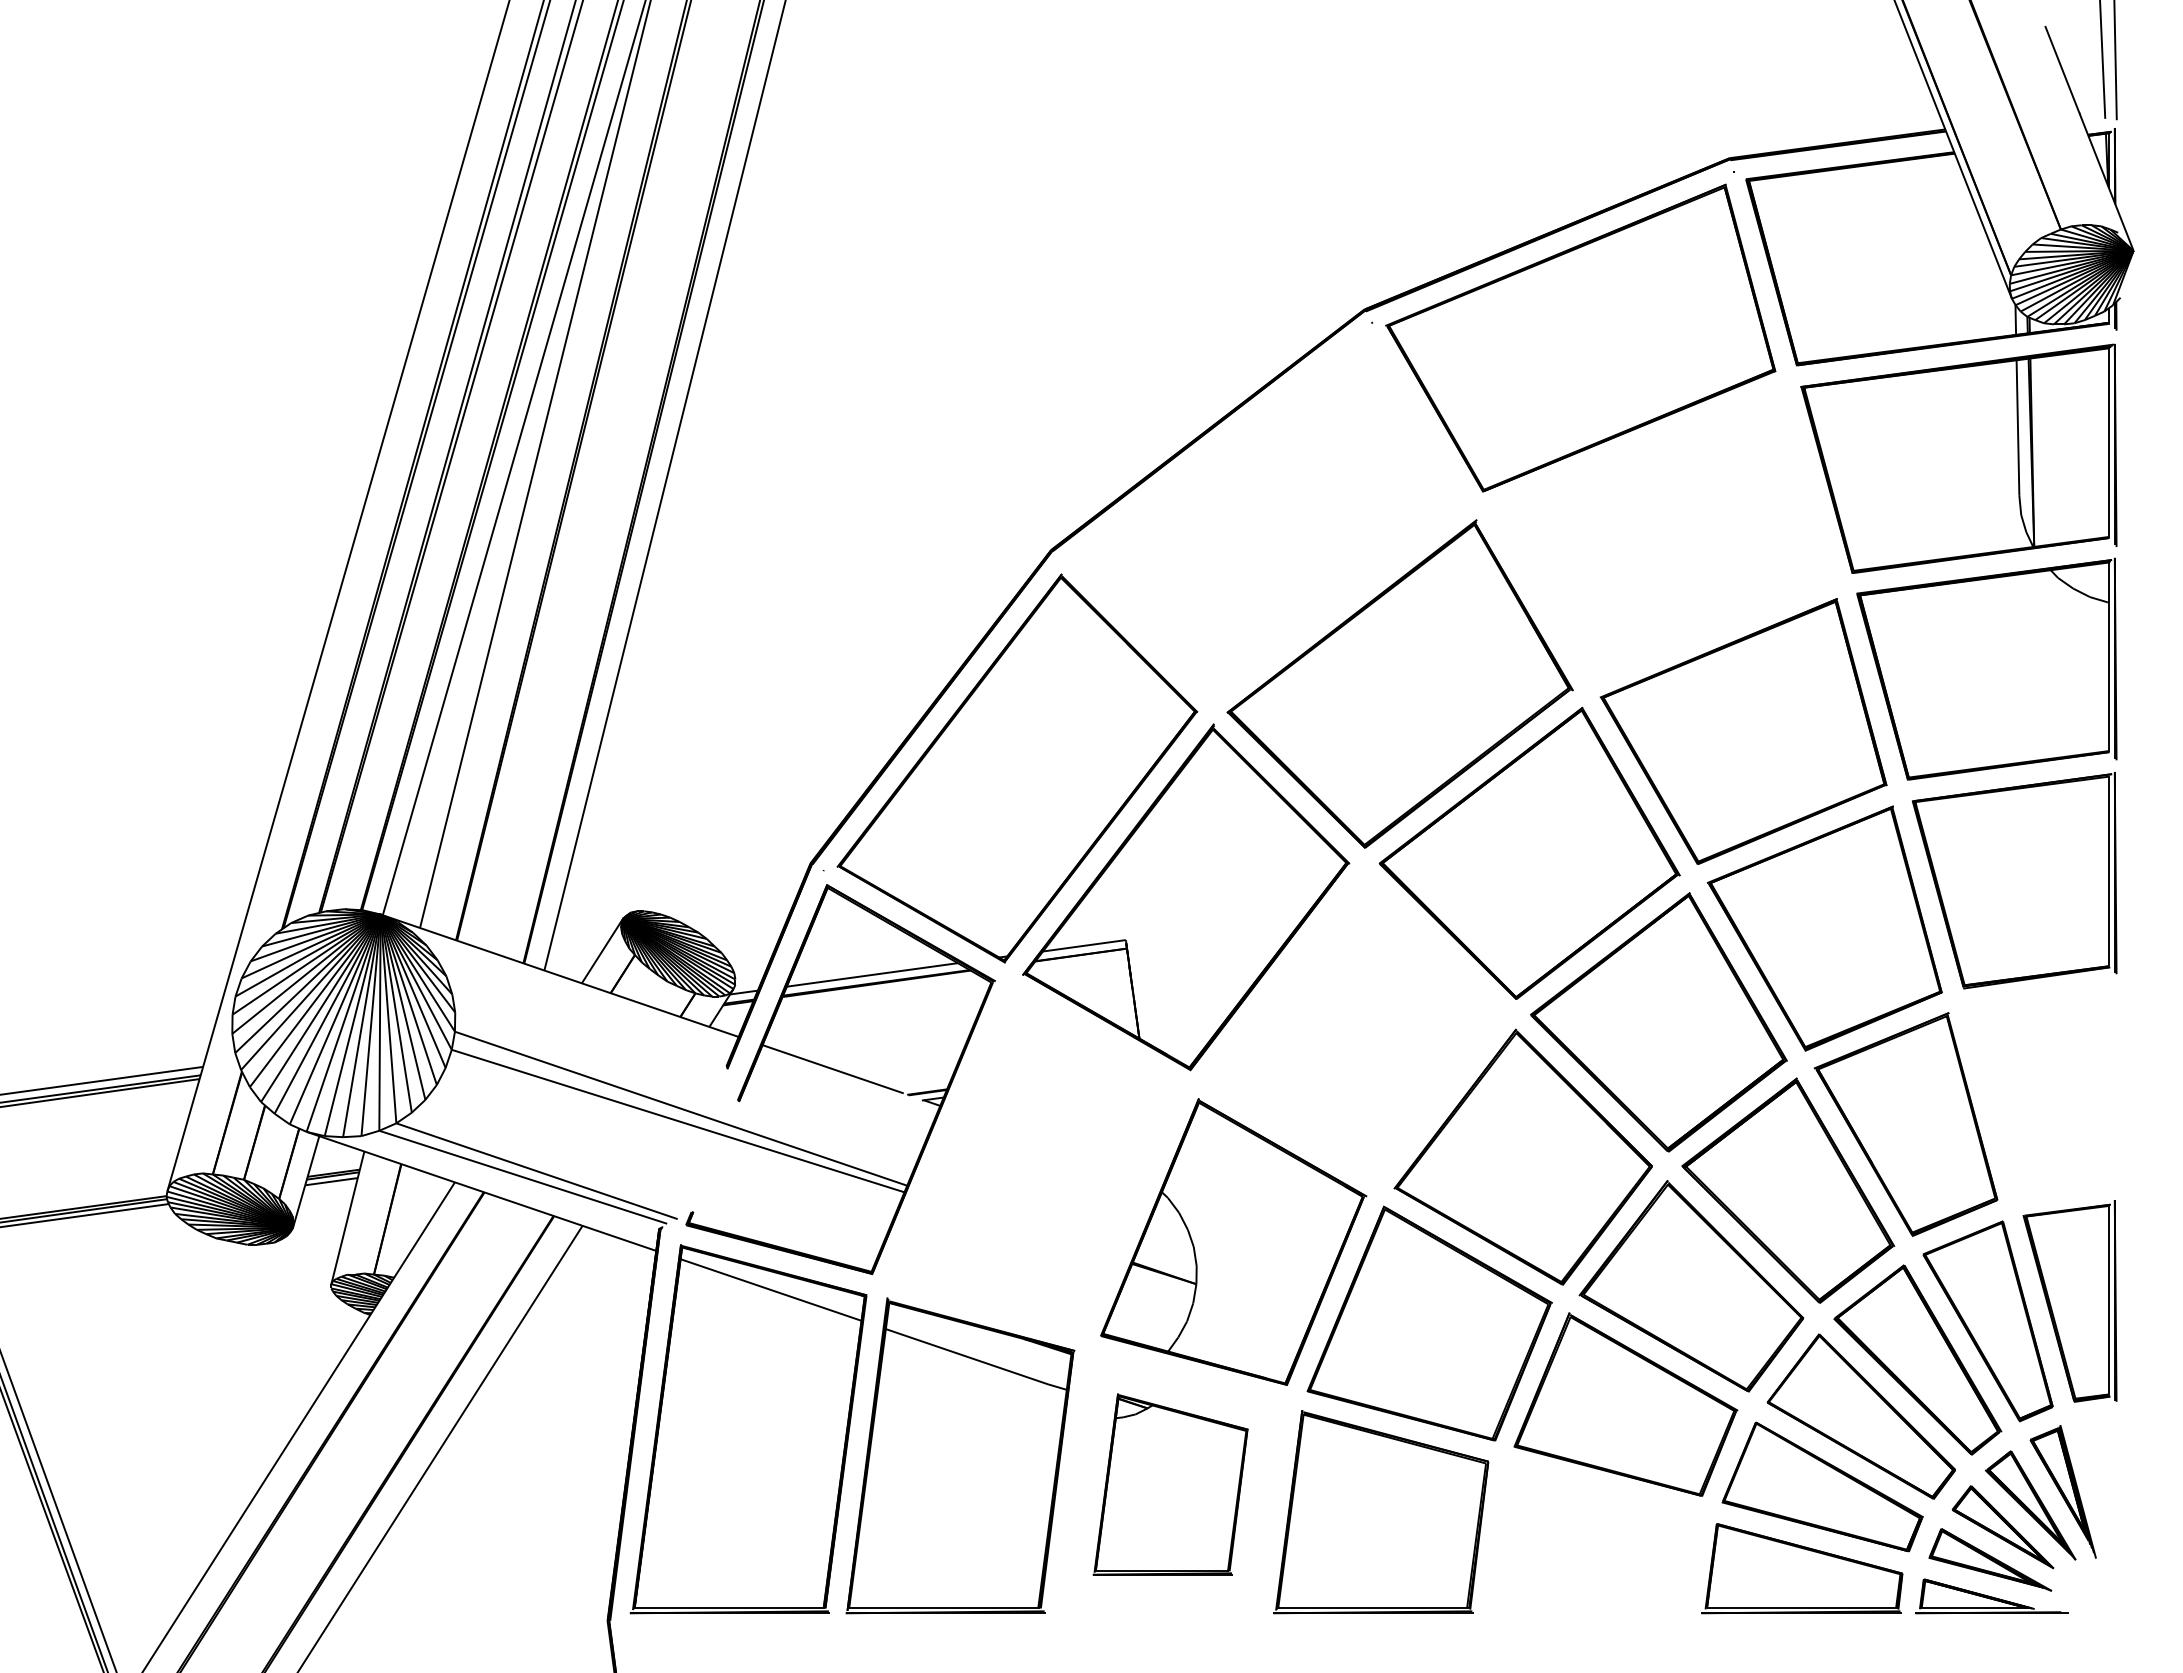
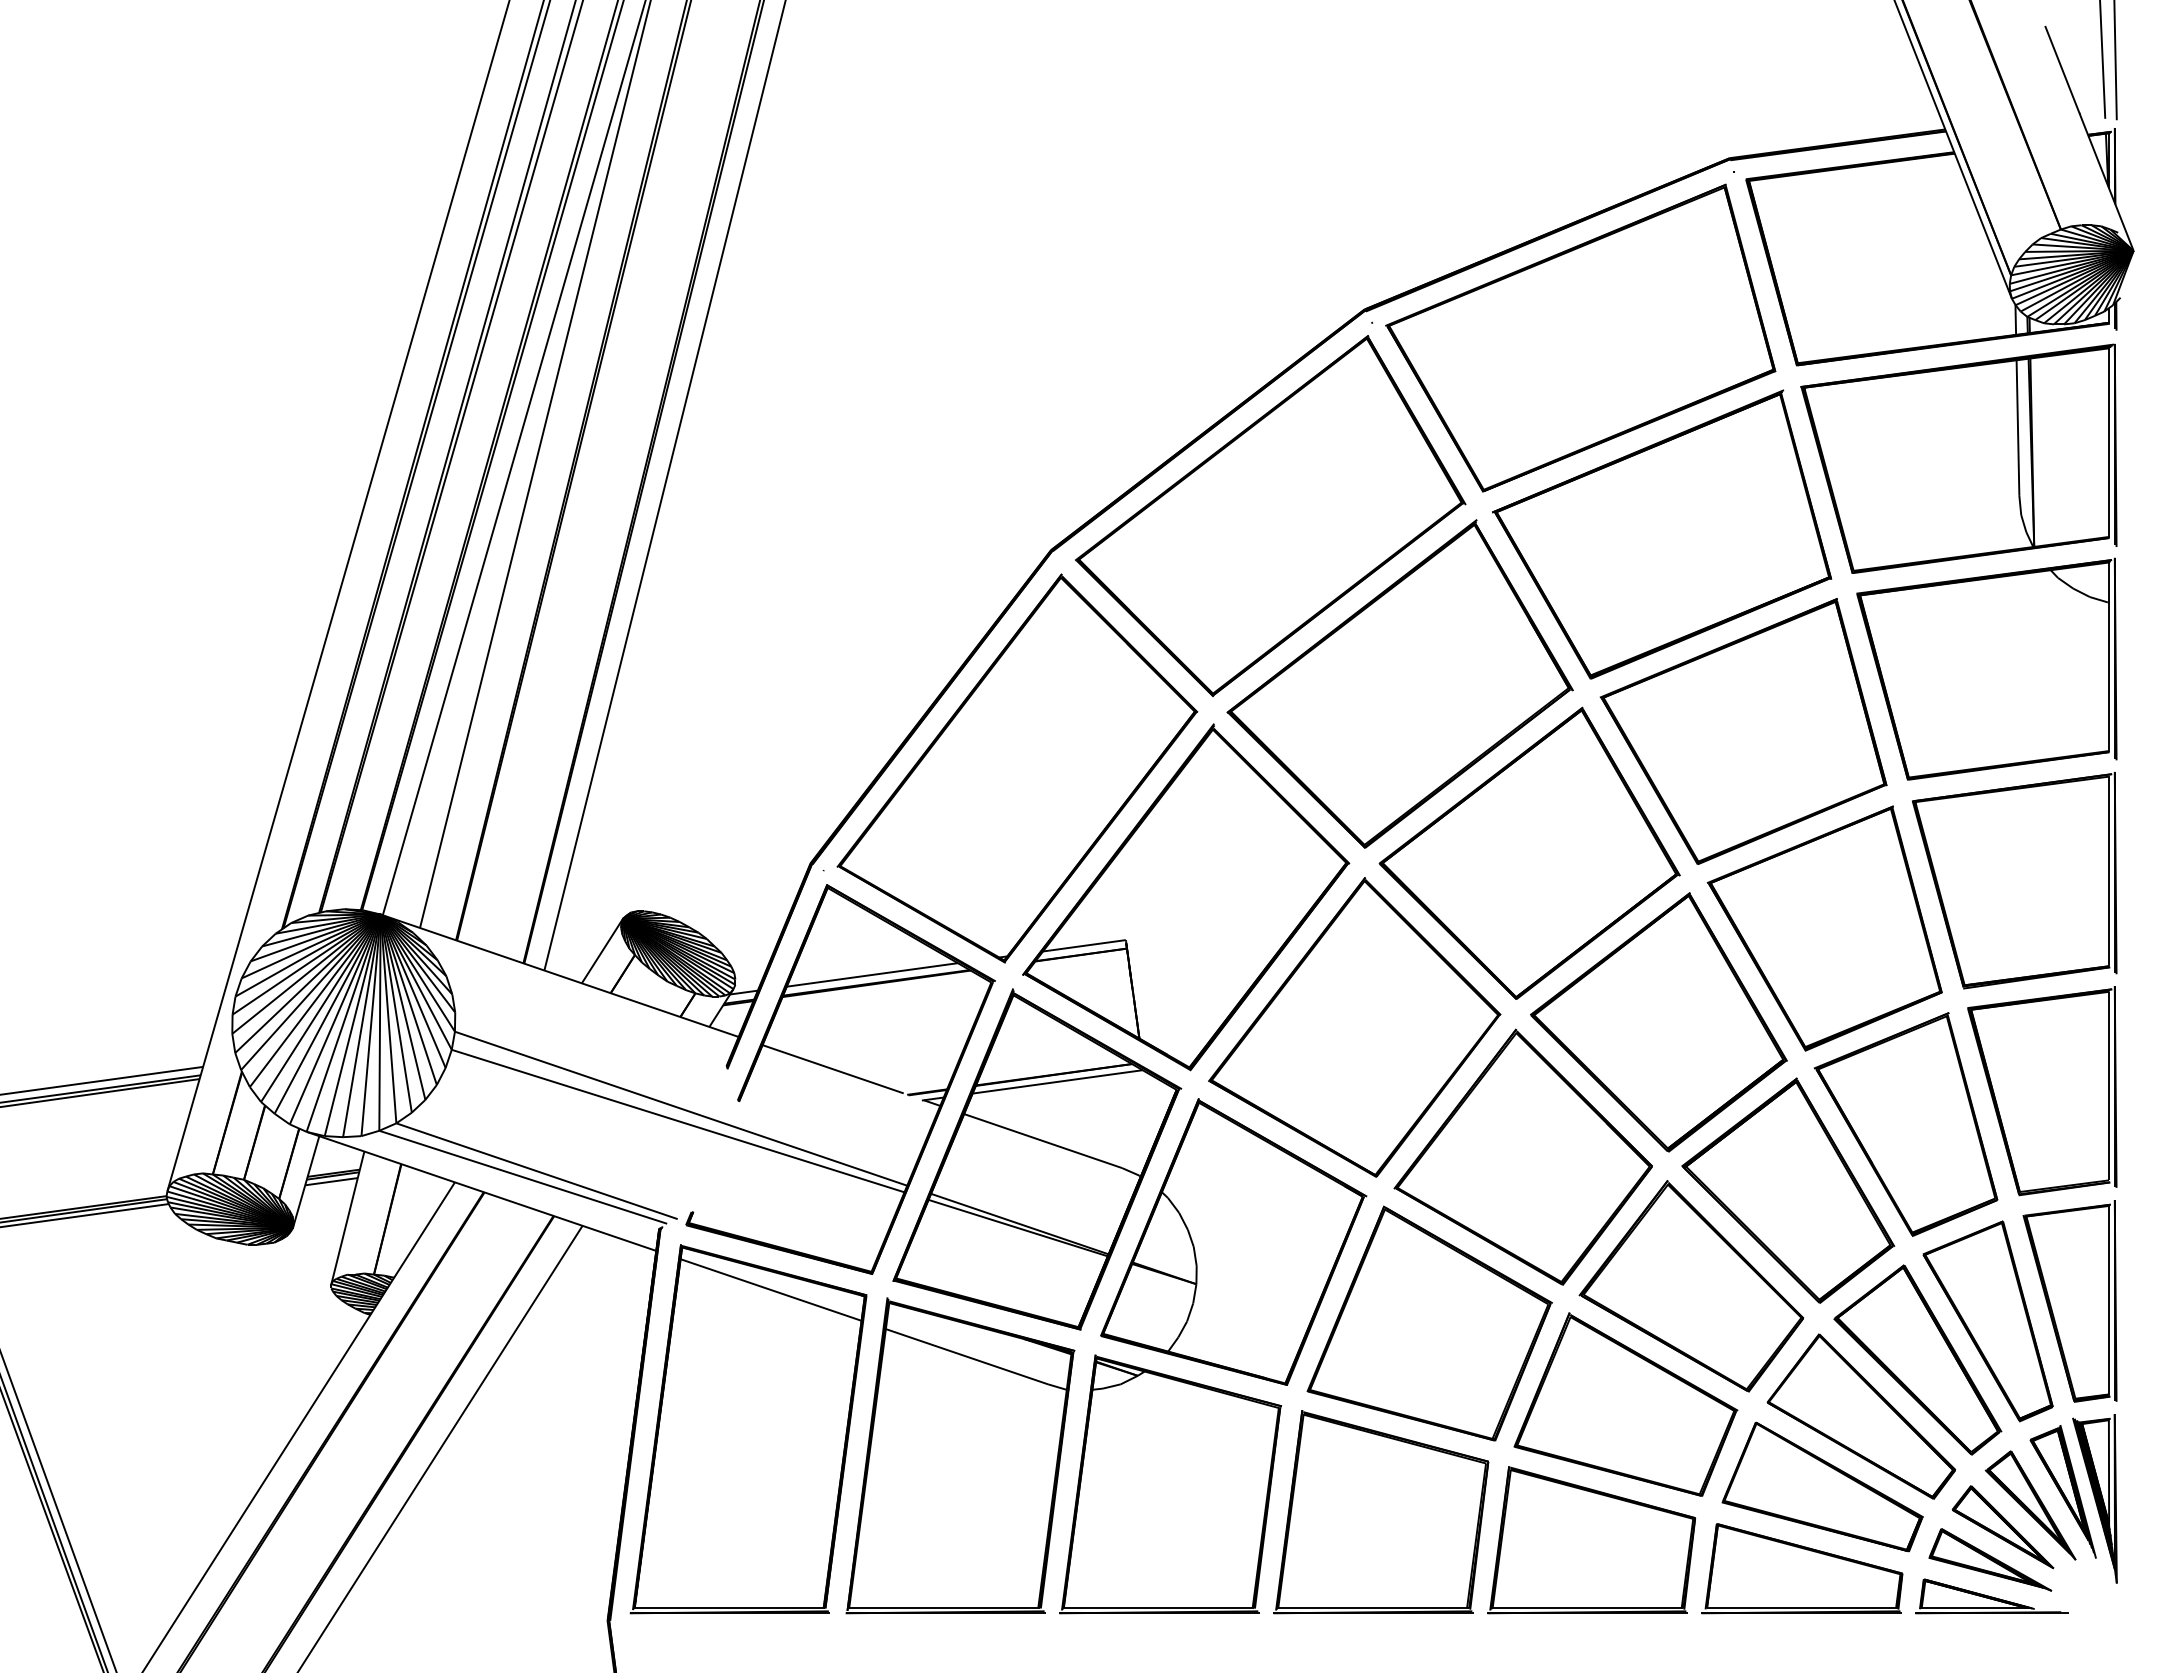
part at (1270, 515): none -> present
part at (1662, 534): none -> present
part at (1354, 1027): none -> present
part at (2042, 1091): none -> present
part at (1037, 1159): none -> present
part at (1170, 1484) size: 157x183 px -> 223x261 px
part at (2094, 1498): none -> present
part at (1591, 1540): none -> present
